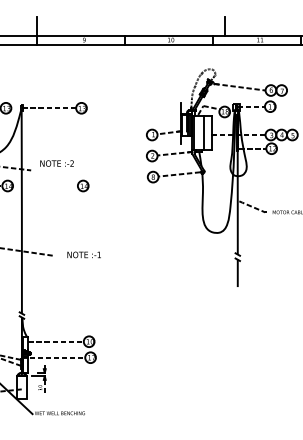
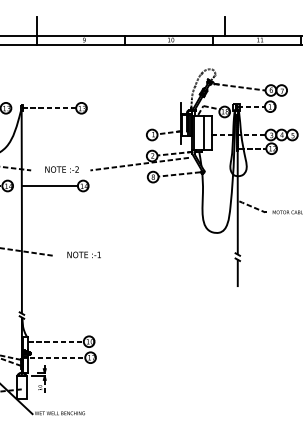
text at (56, 163) position: (56, 163) -> (61, 169)
line at (139, 163): none -> present
line at (49, 186): none -> present
